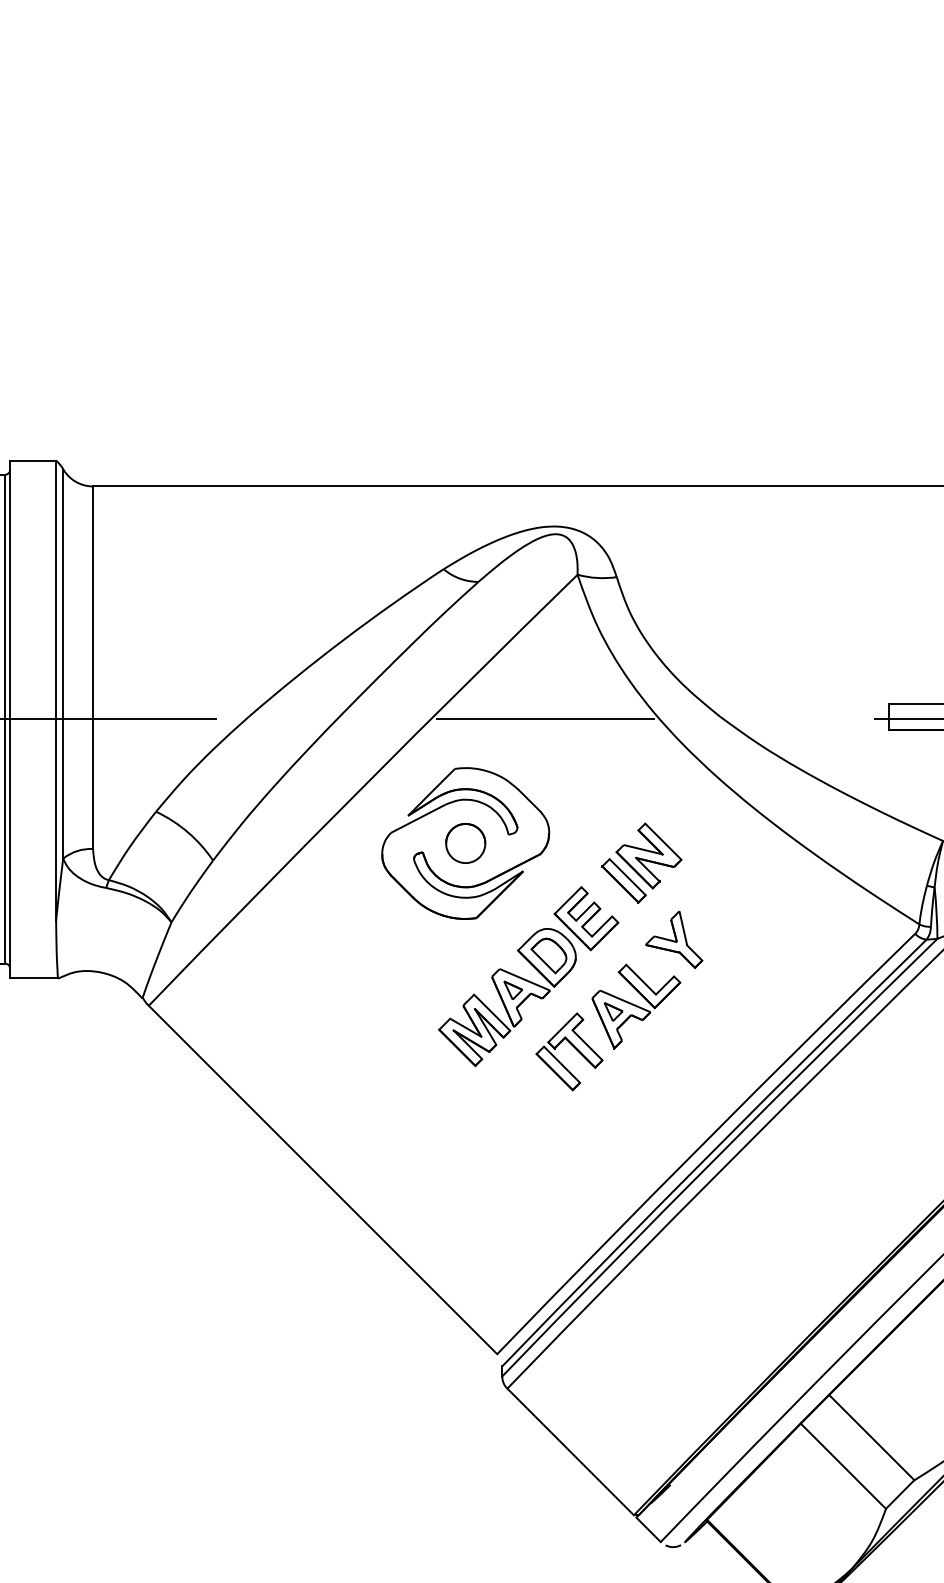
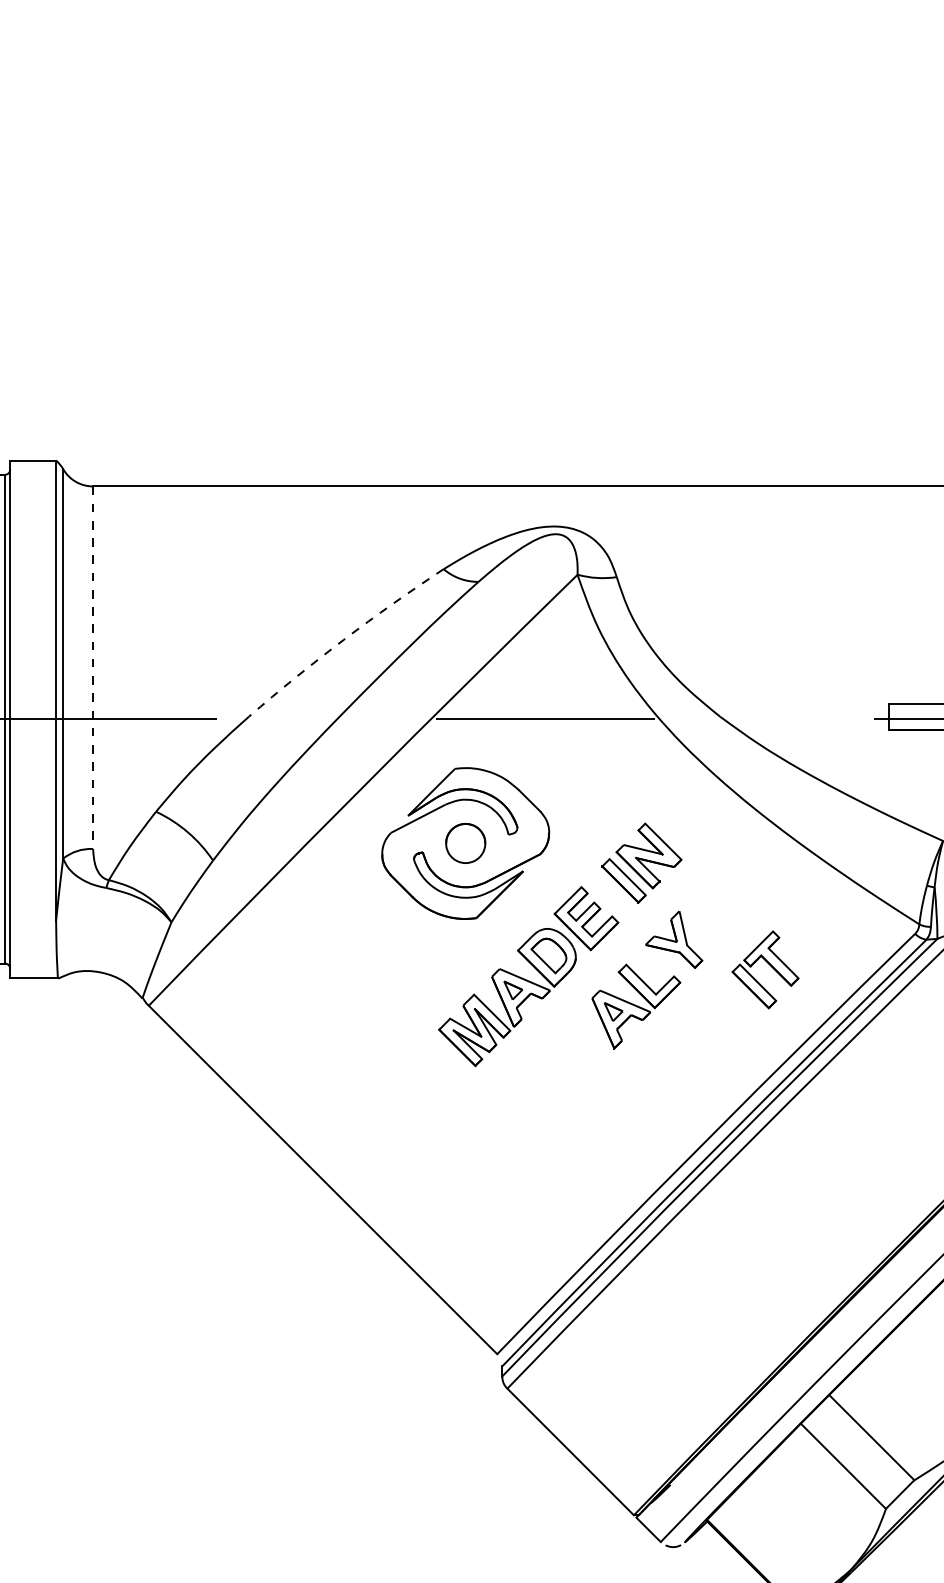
arc at (343, 639): solid -> dashed
line at (93, 668): solid -> dashed
part at (569, 1051) position: (569, 1051) -> (765, 969)
